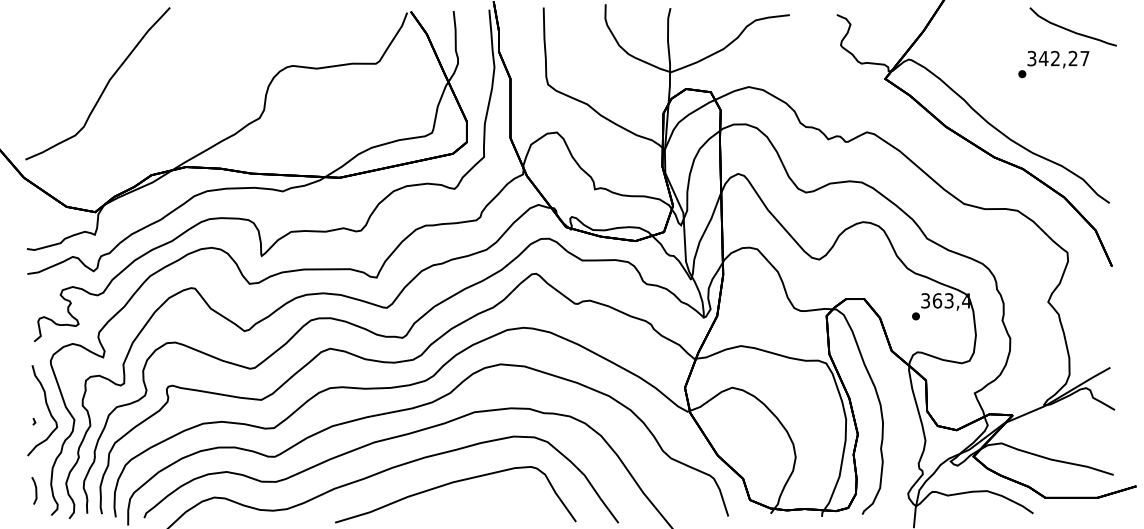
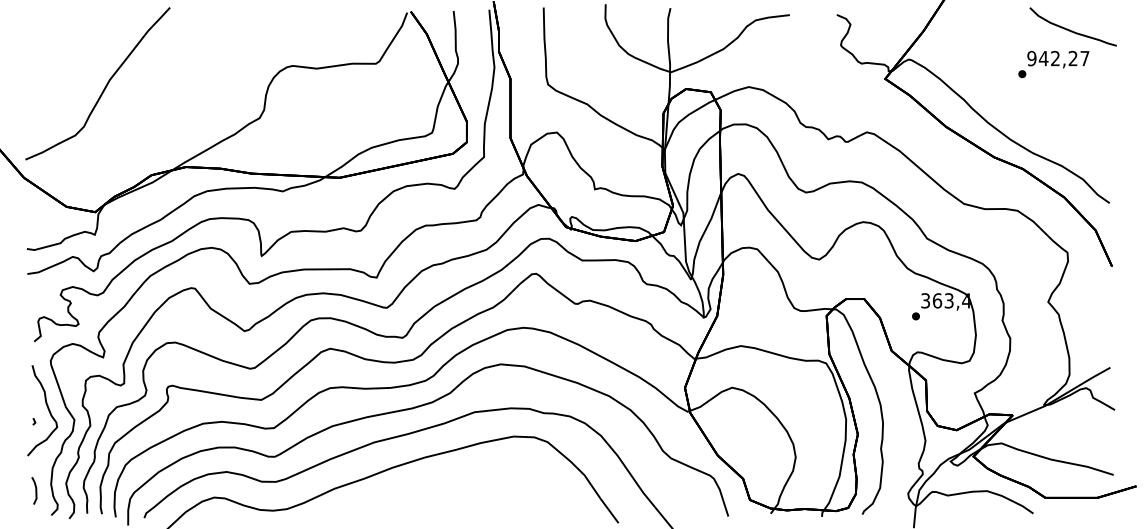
text at (1031, 58): 342,27 -> 942,27
curve at (453, 483): present -> none
